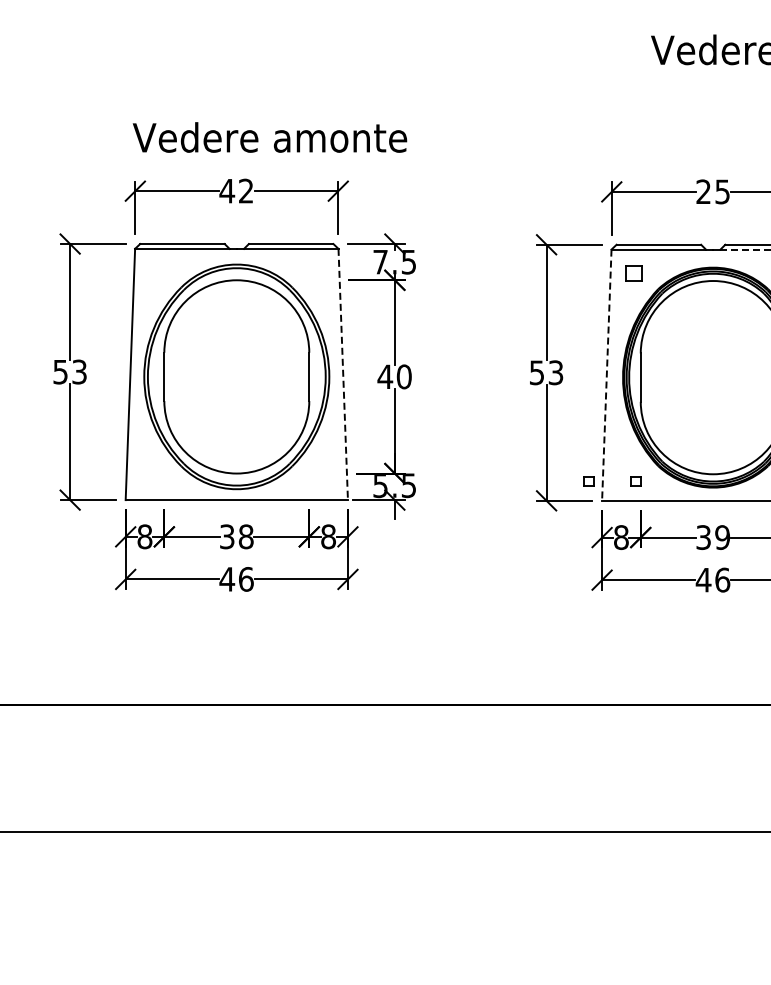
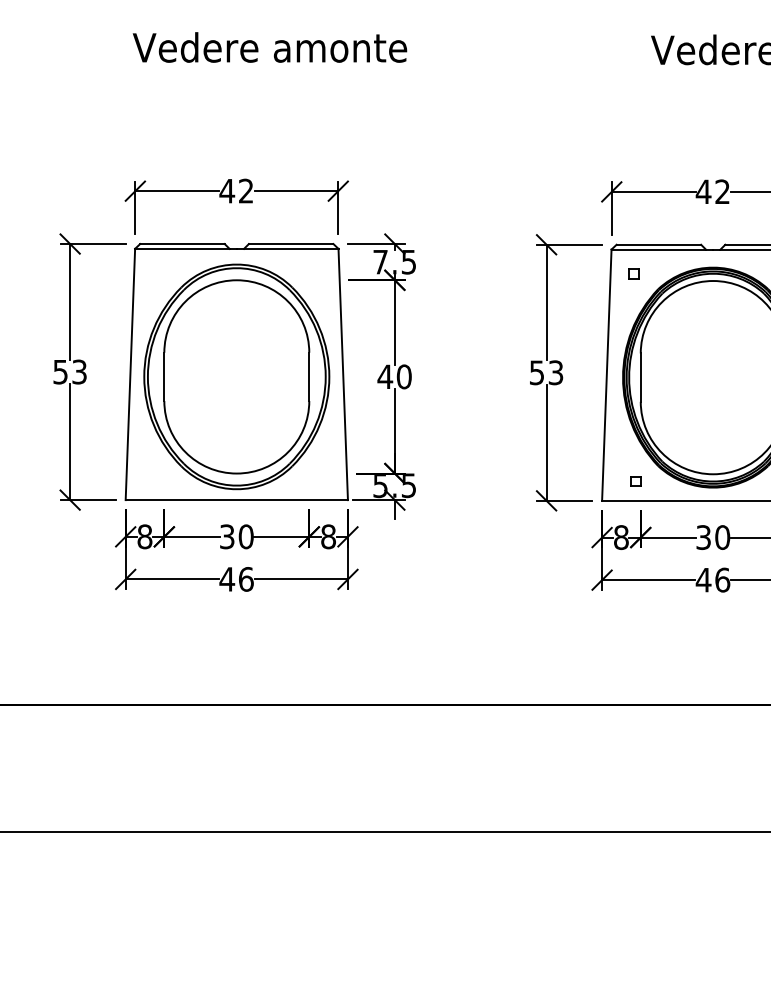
text at (269, 137) position: (269, 137) -> (269, 47)
text at (712, 191): 25 -> 42
line at (745, 249): dashed -> solid
part at (633, 273) size: 18x17 px -> 12x12 px
line at (343, 374): dashed -> solid
line at (606, 375): dashed -> solid
part at (588, 481): present -> none
text at (245, 536): 38 -> 30
text at (722, 537): 39 -> 30
